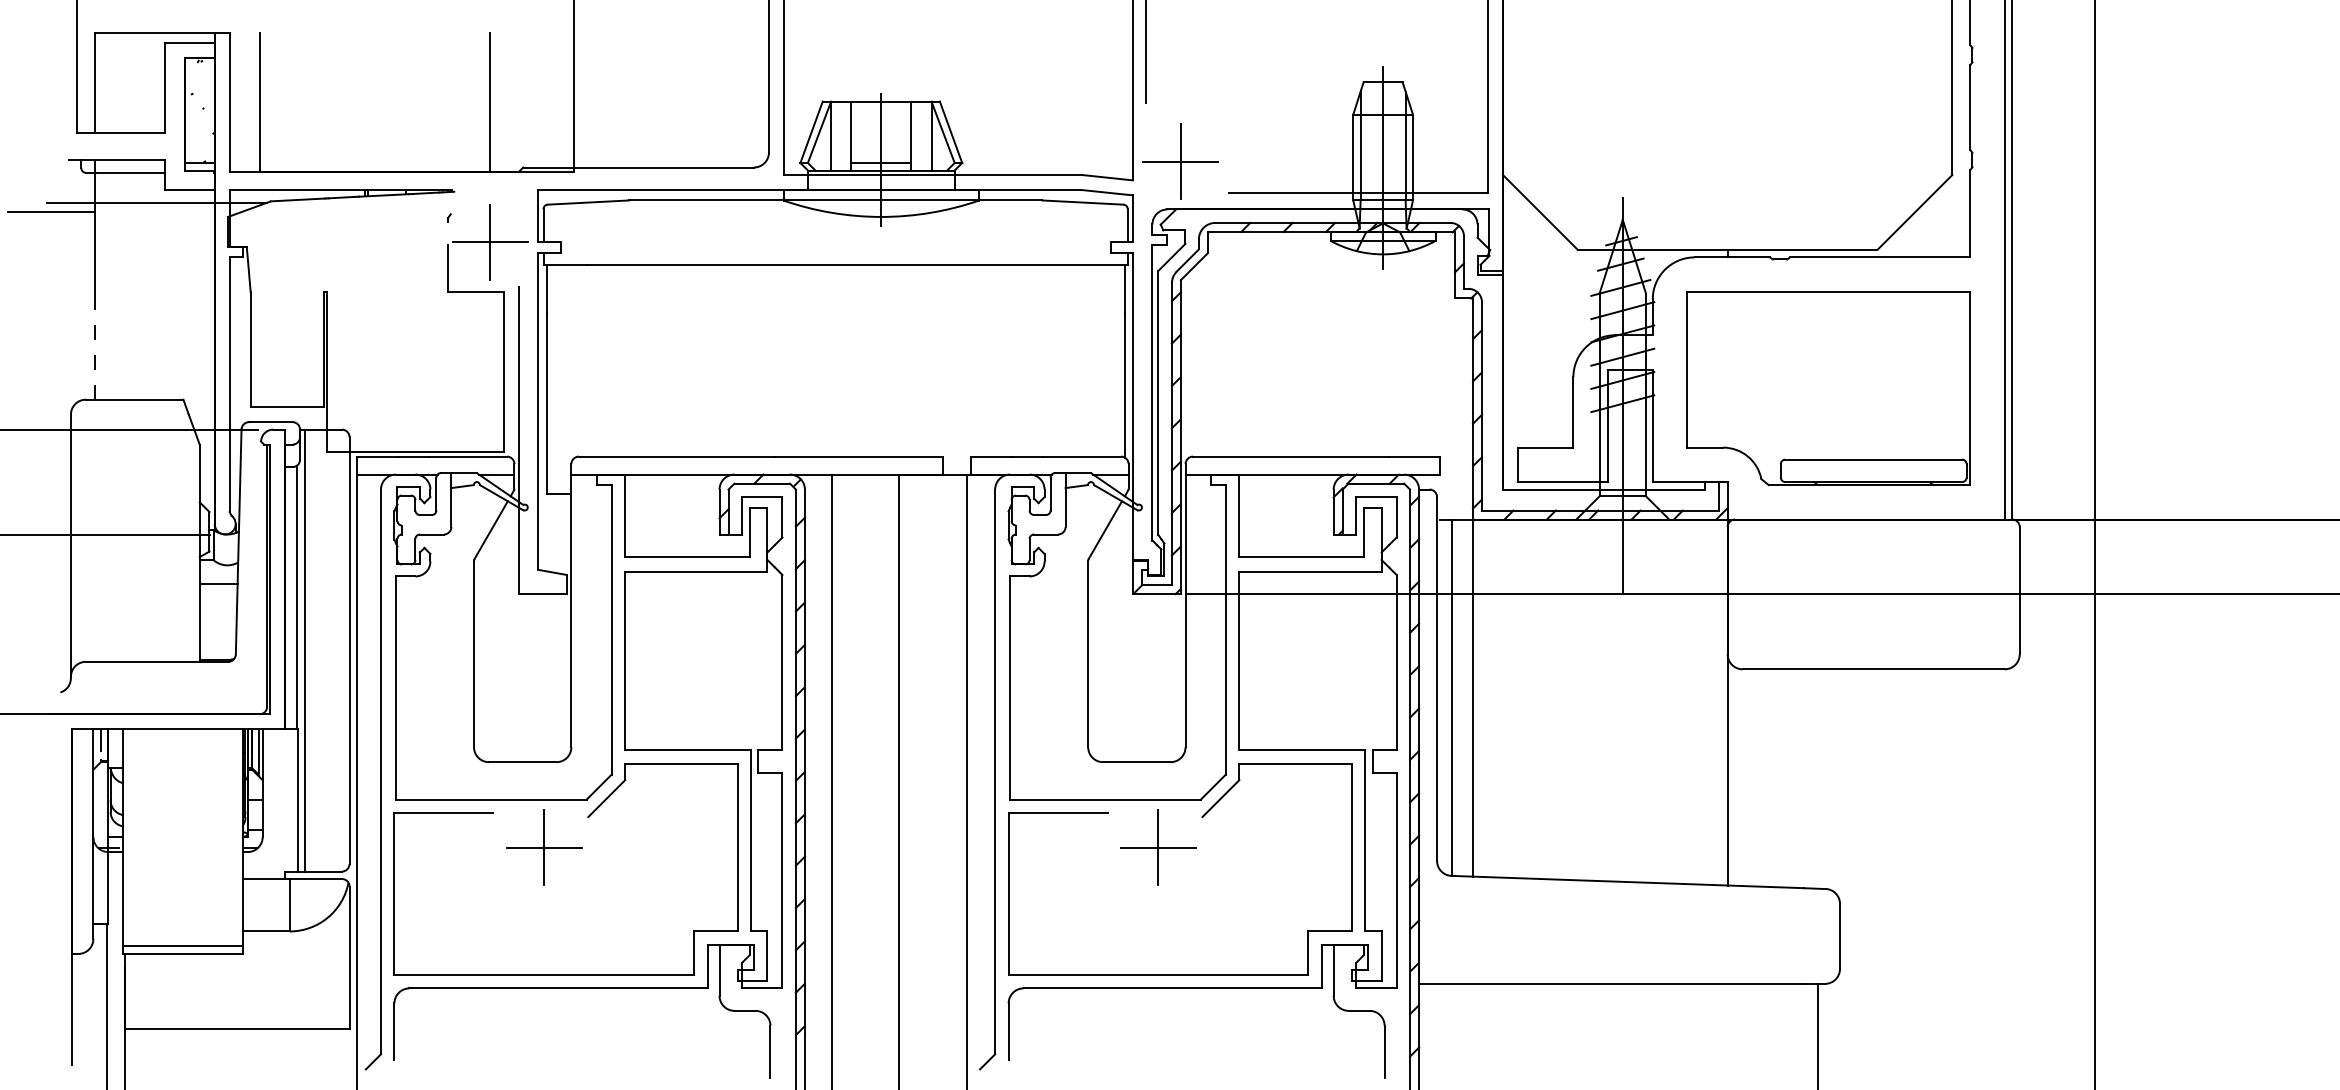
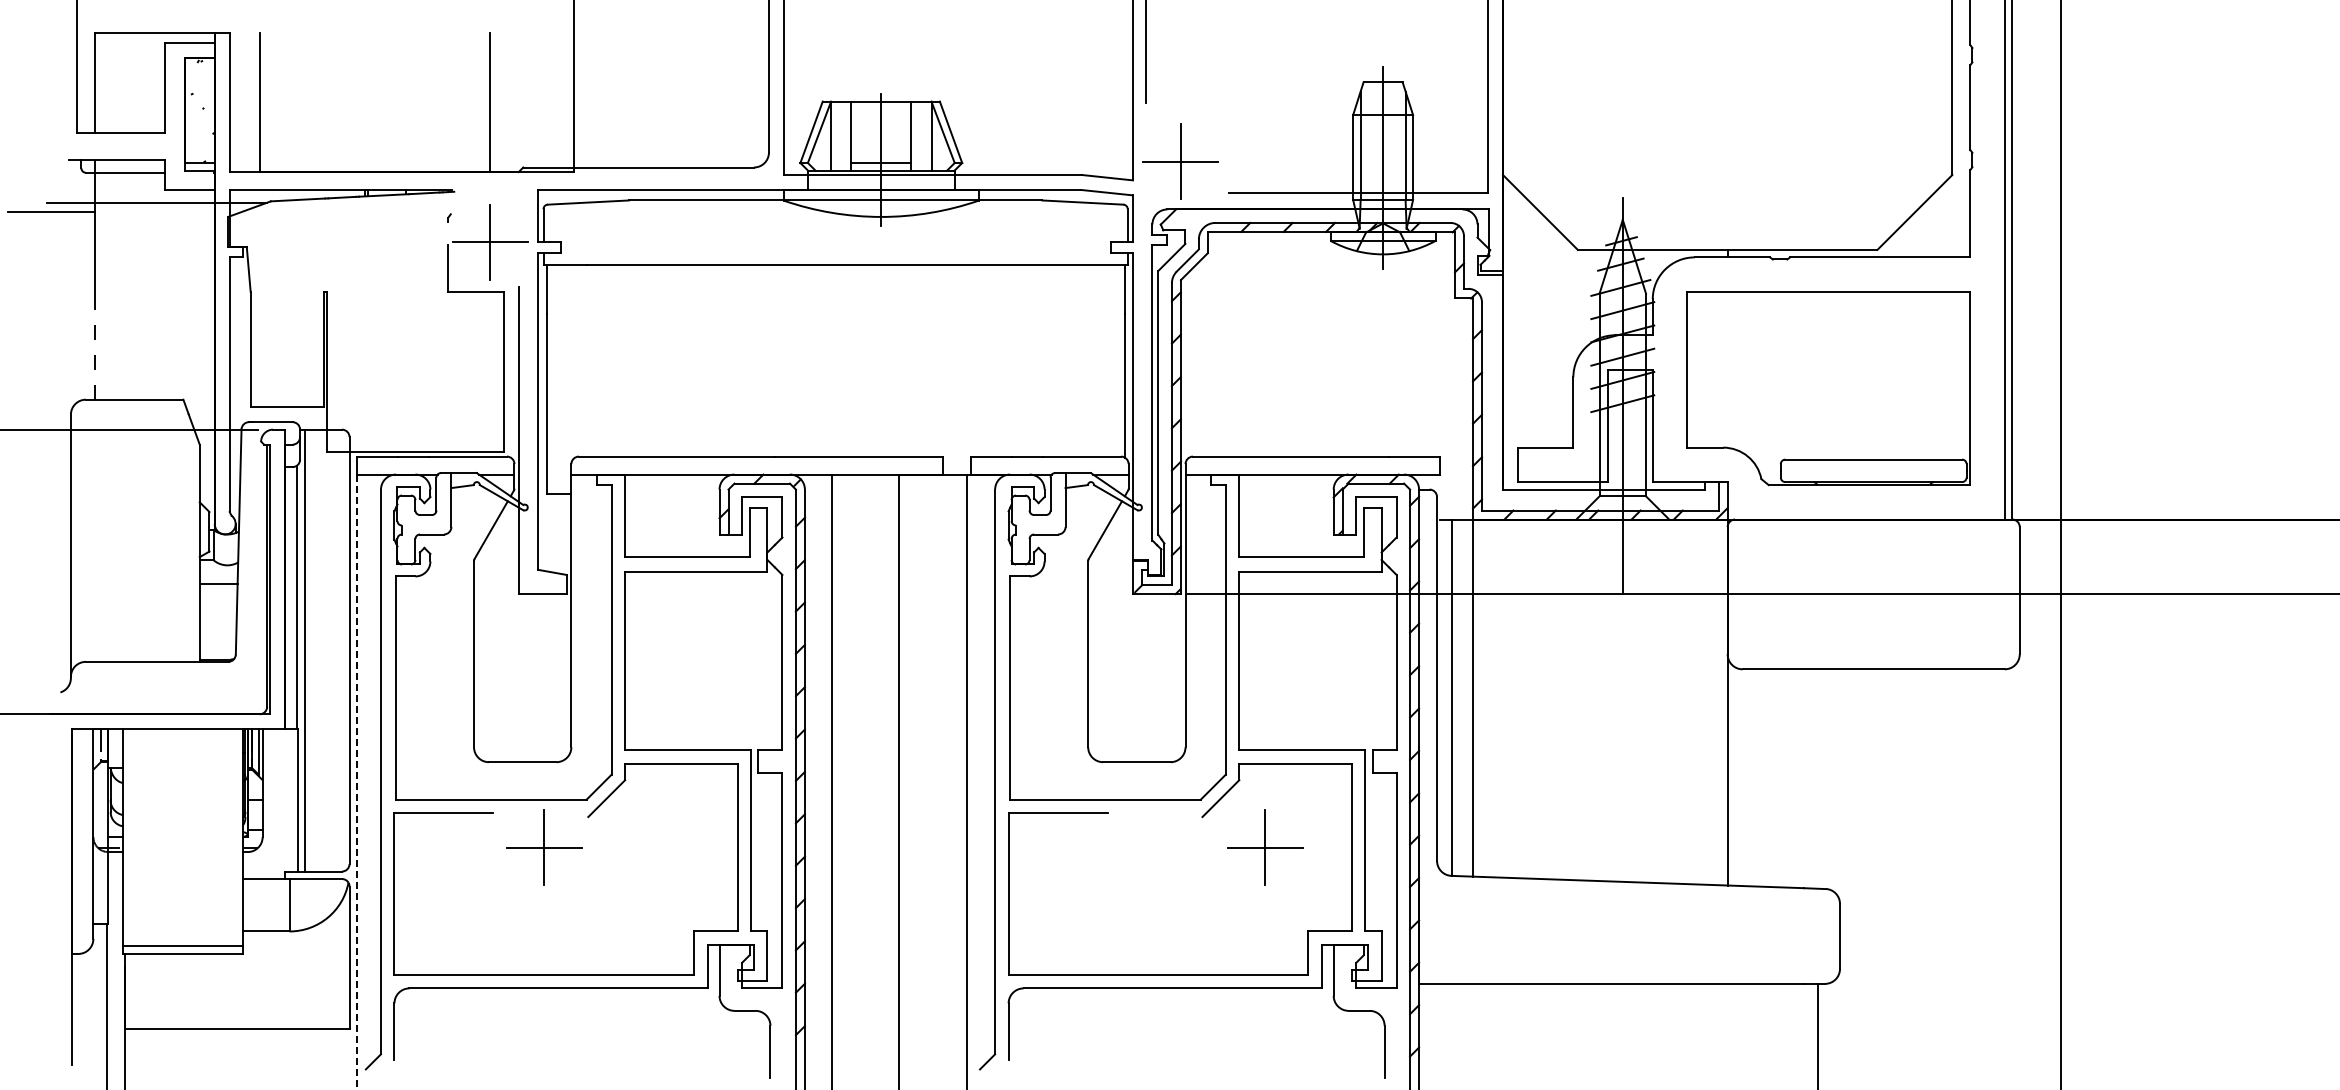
line at (106, 534): present -> none
line at (2094, 544) position: (2094, 544) -> (2060, 544)
line at (357, 782): solid -> dashed
part at (1158, 847) position: (1158, 847) -> (1265, 847)
